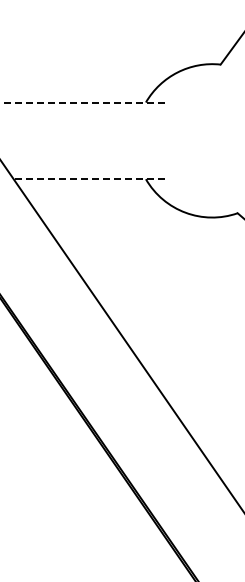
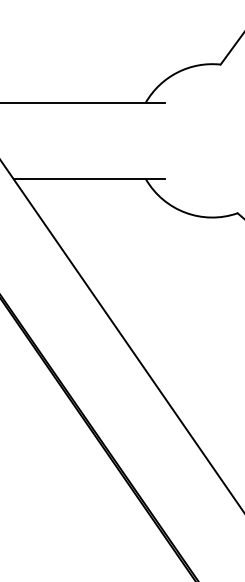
line at (82, 102): dashed -> solid
line at (89, 179): dashed -> solid
